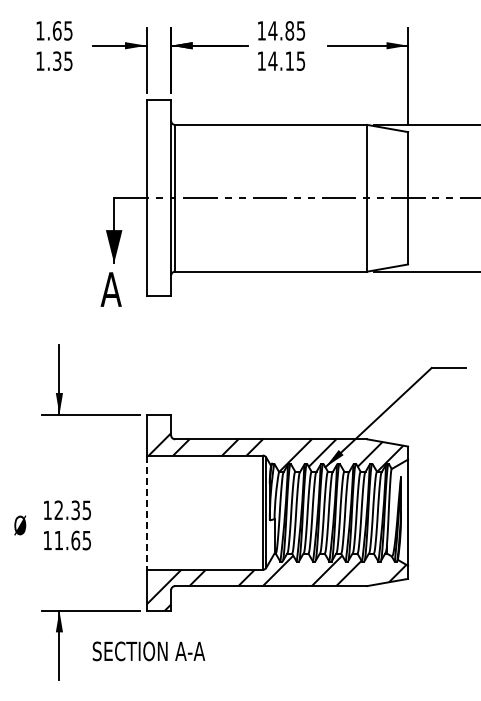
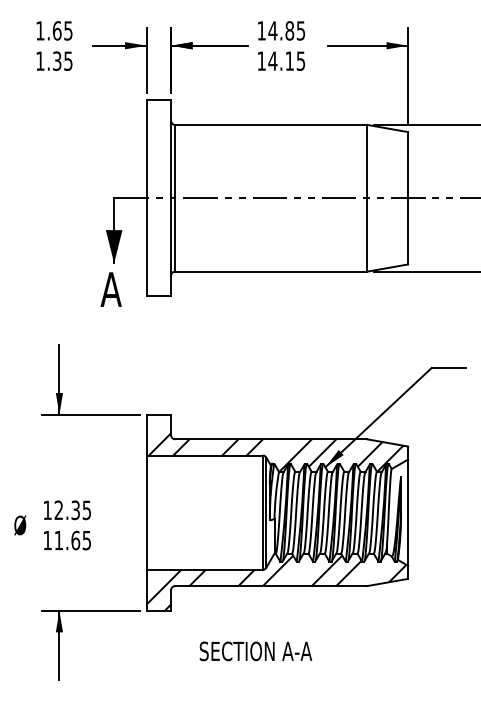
line at (146, 513): dashed -> solid
text at (148, 651) position: (148, 651) -> (255, 651)
